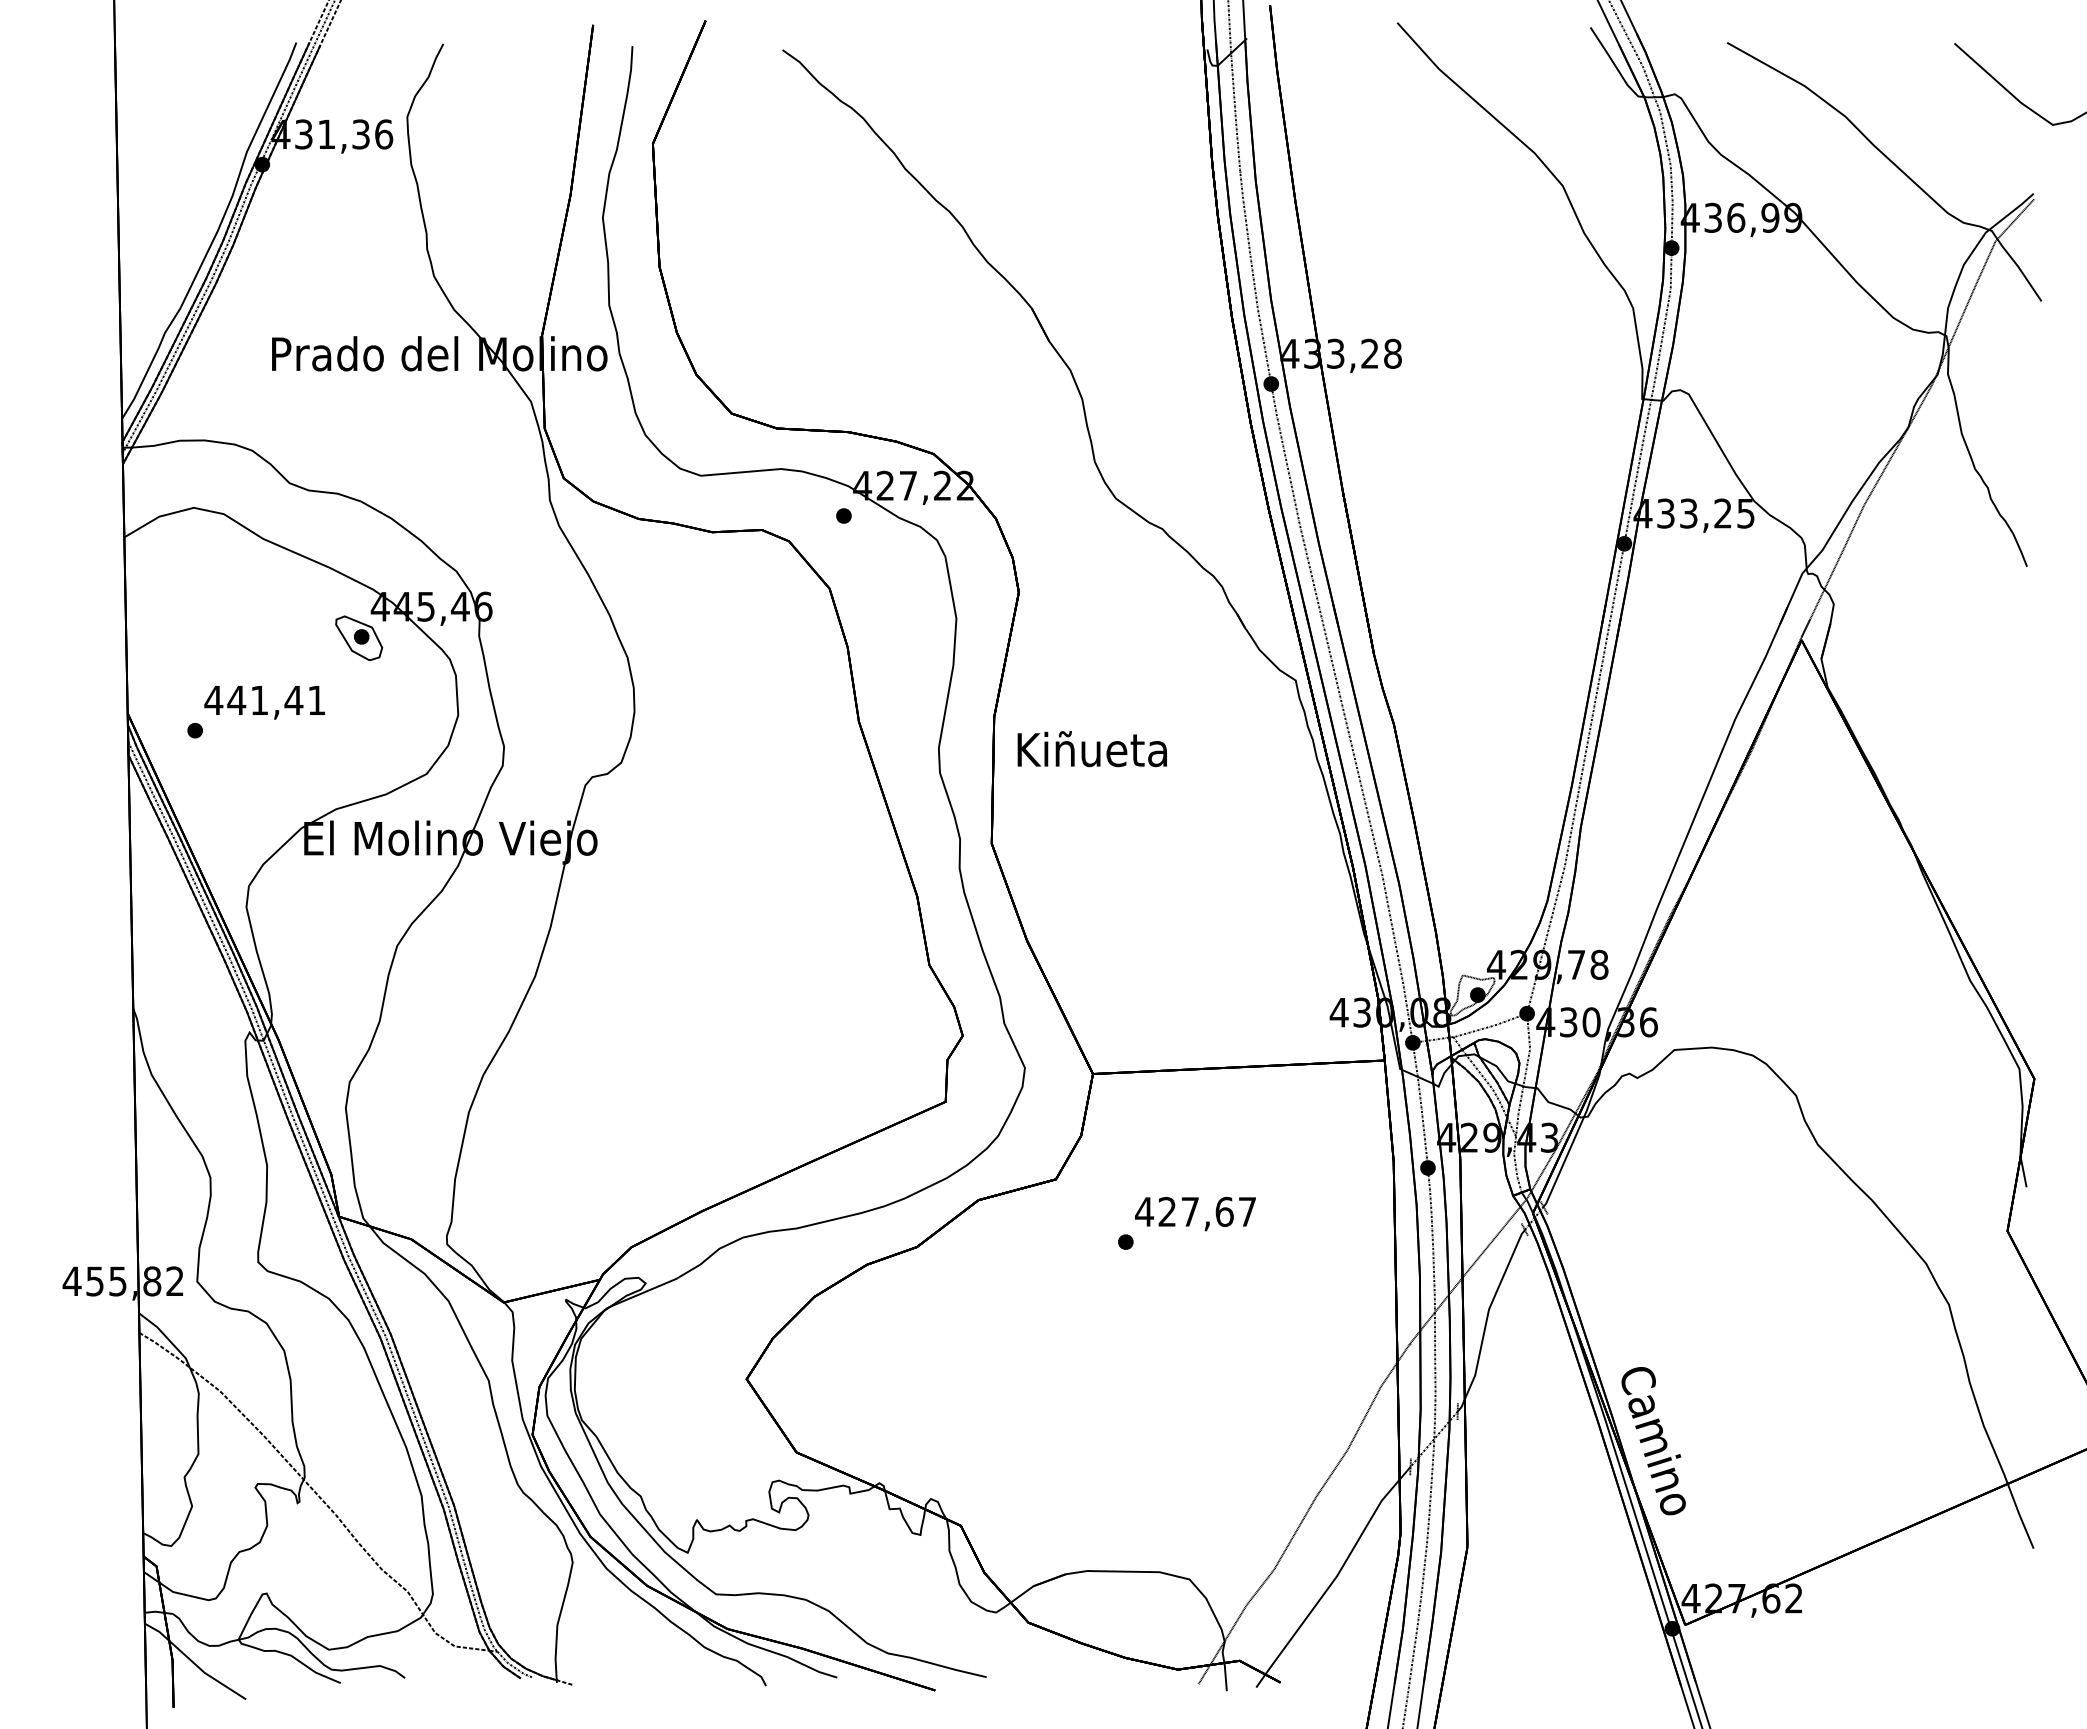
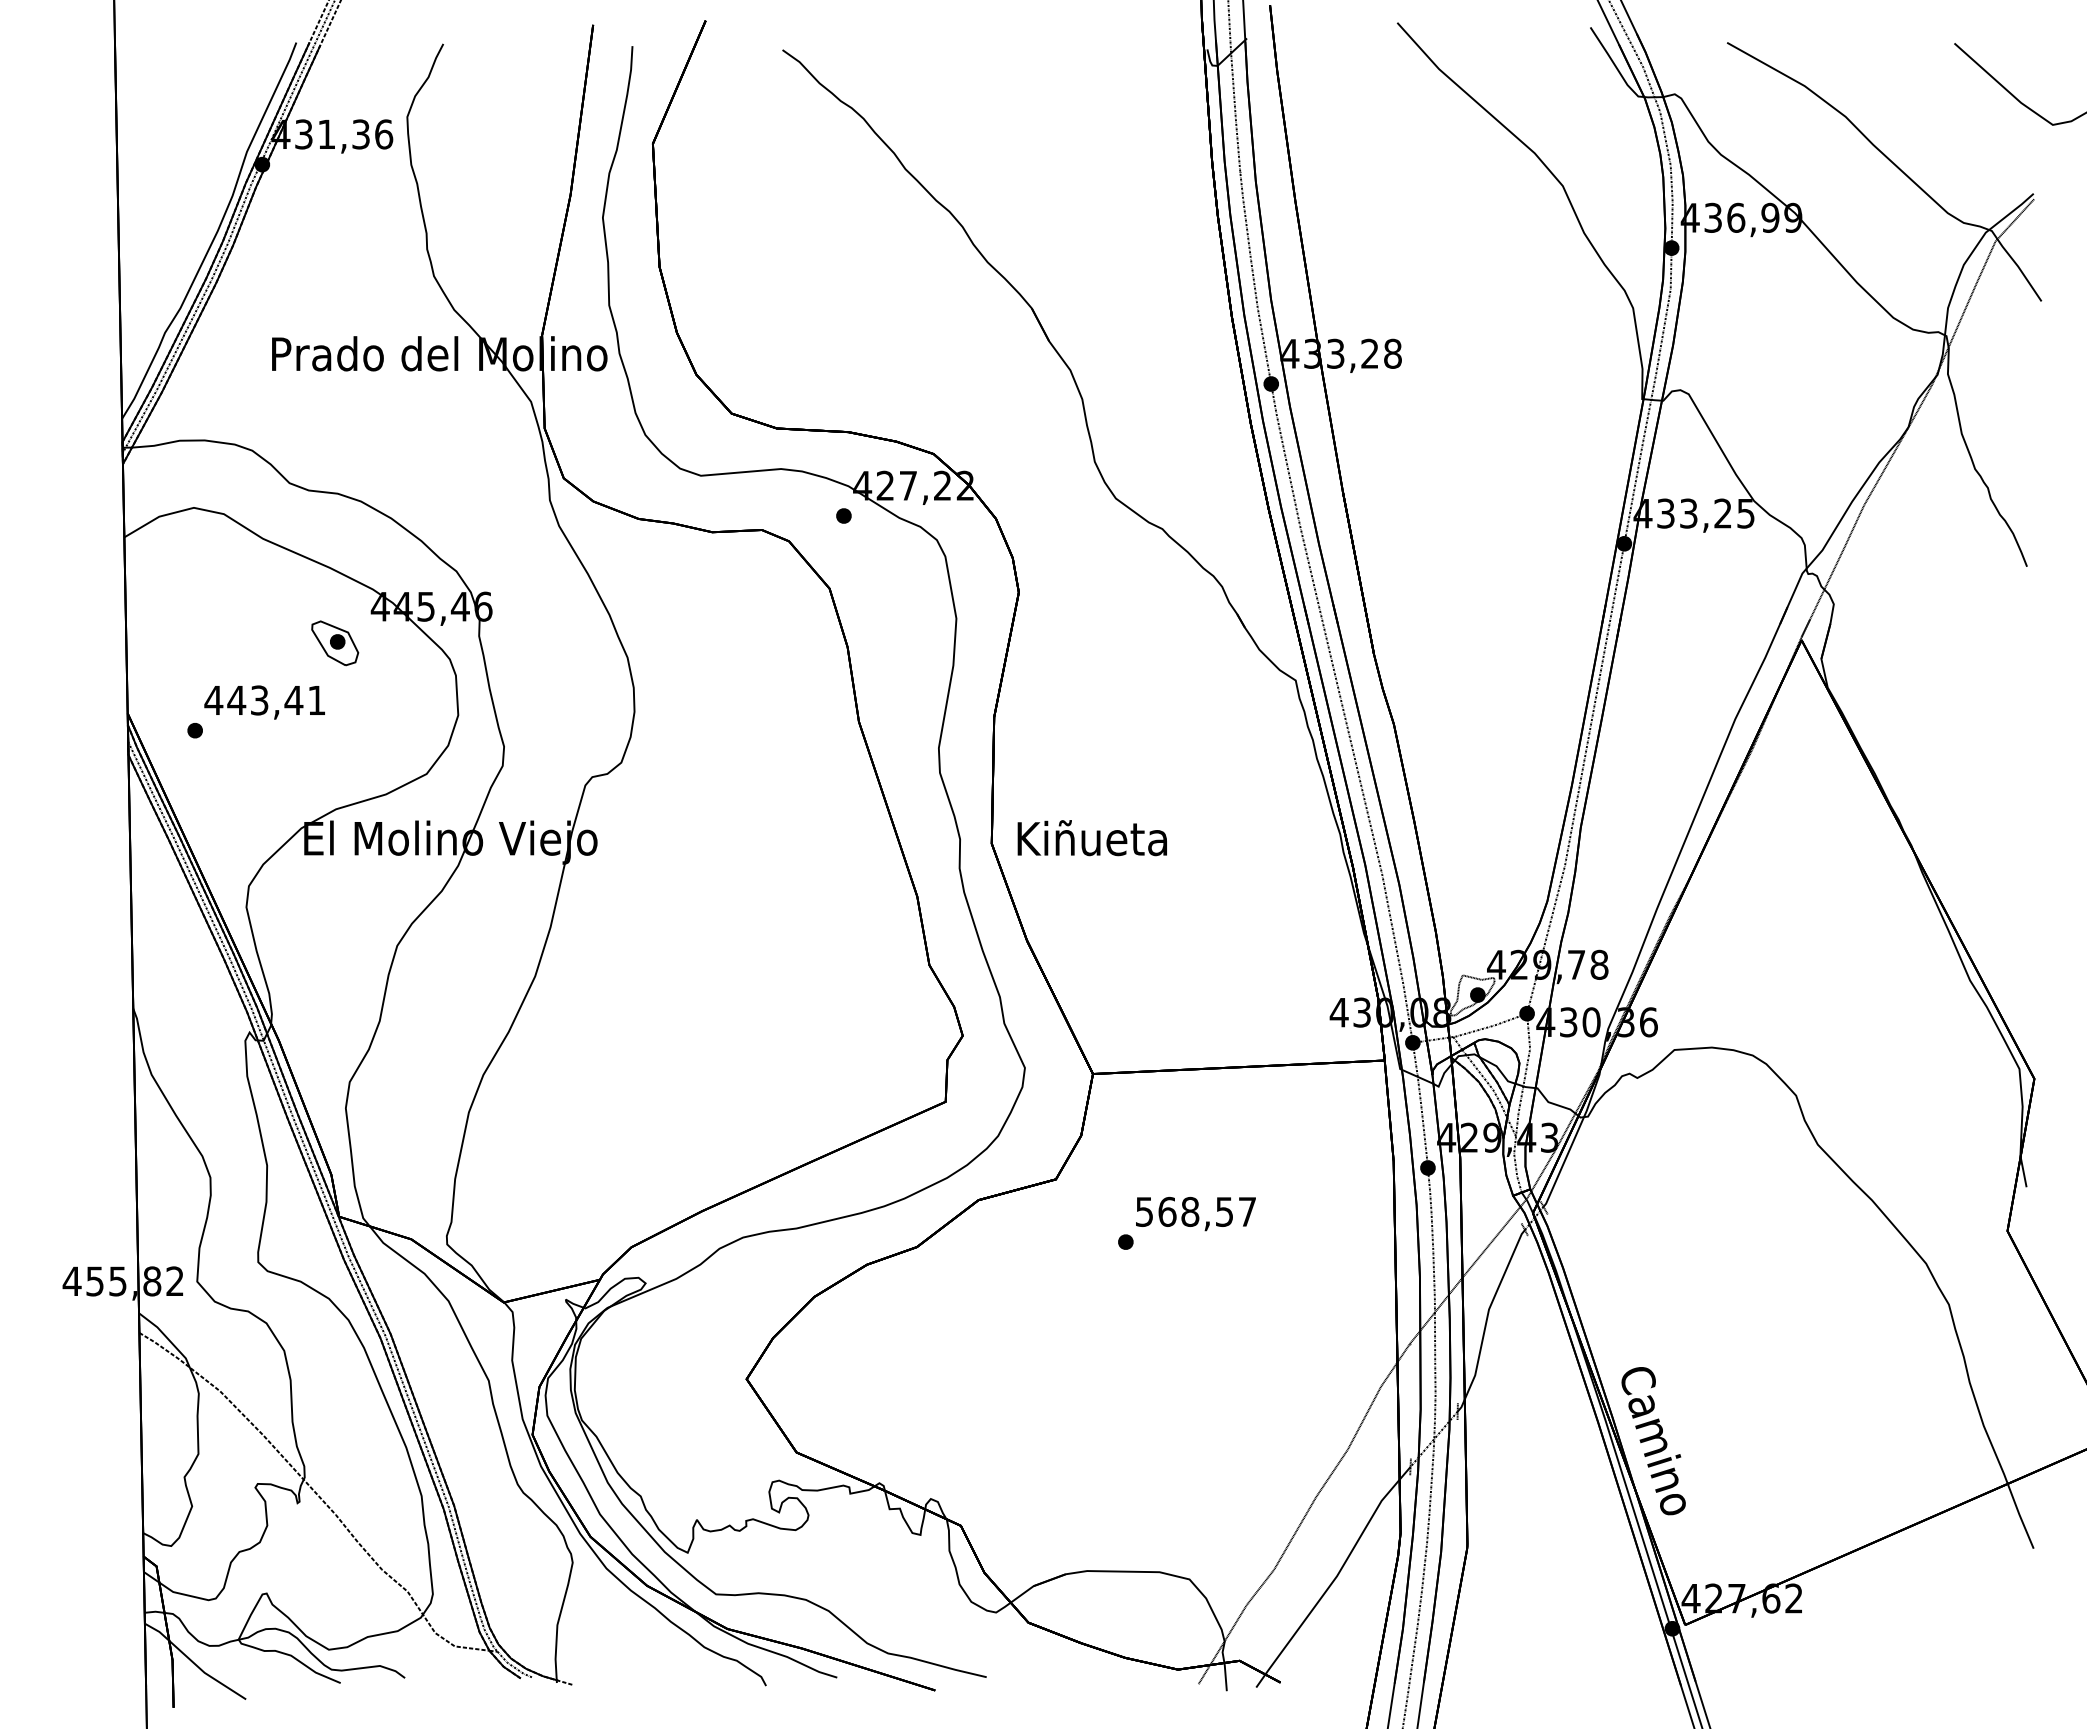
part at (359, 638) position: (359, 638) -> (335, 643)
text at (259, 700): 441,41 -> 443,41
text at (1091, 749) position: (1091, 749) -> (1091, 838)
text at (1184, 1211): 427,67 -> 568,57
